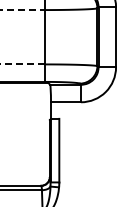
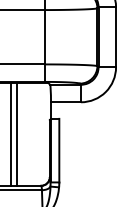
line at (22, 10): dashed -> solid
line at (21, 64): dashed -> solid
line at (11, 133): none -> present
line at (16, 133): none -> present
